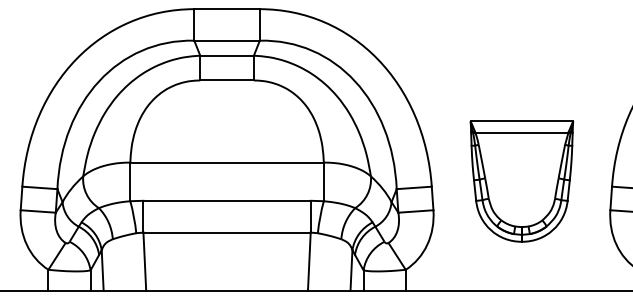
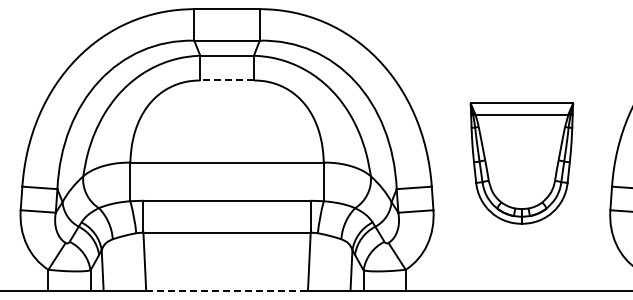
line at (227, 80): solid -> dashed
part at (521, 181) position: (521, 181) -> (521, 163)
line at (227, 290): solid -> dashed
